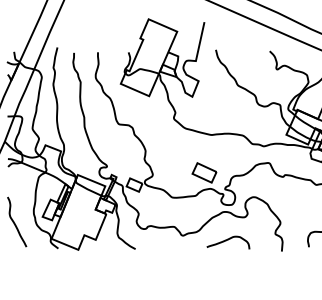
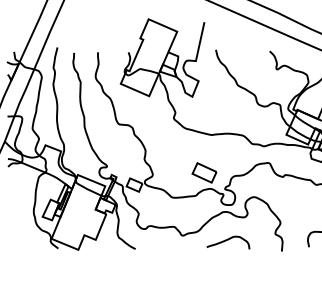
curve at (15, 223): present -> none
